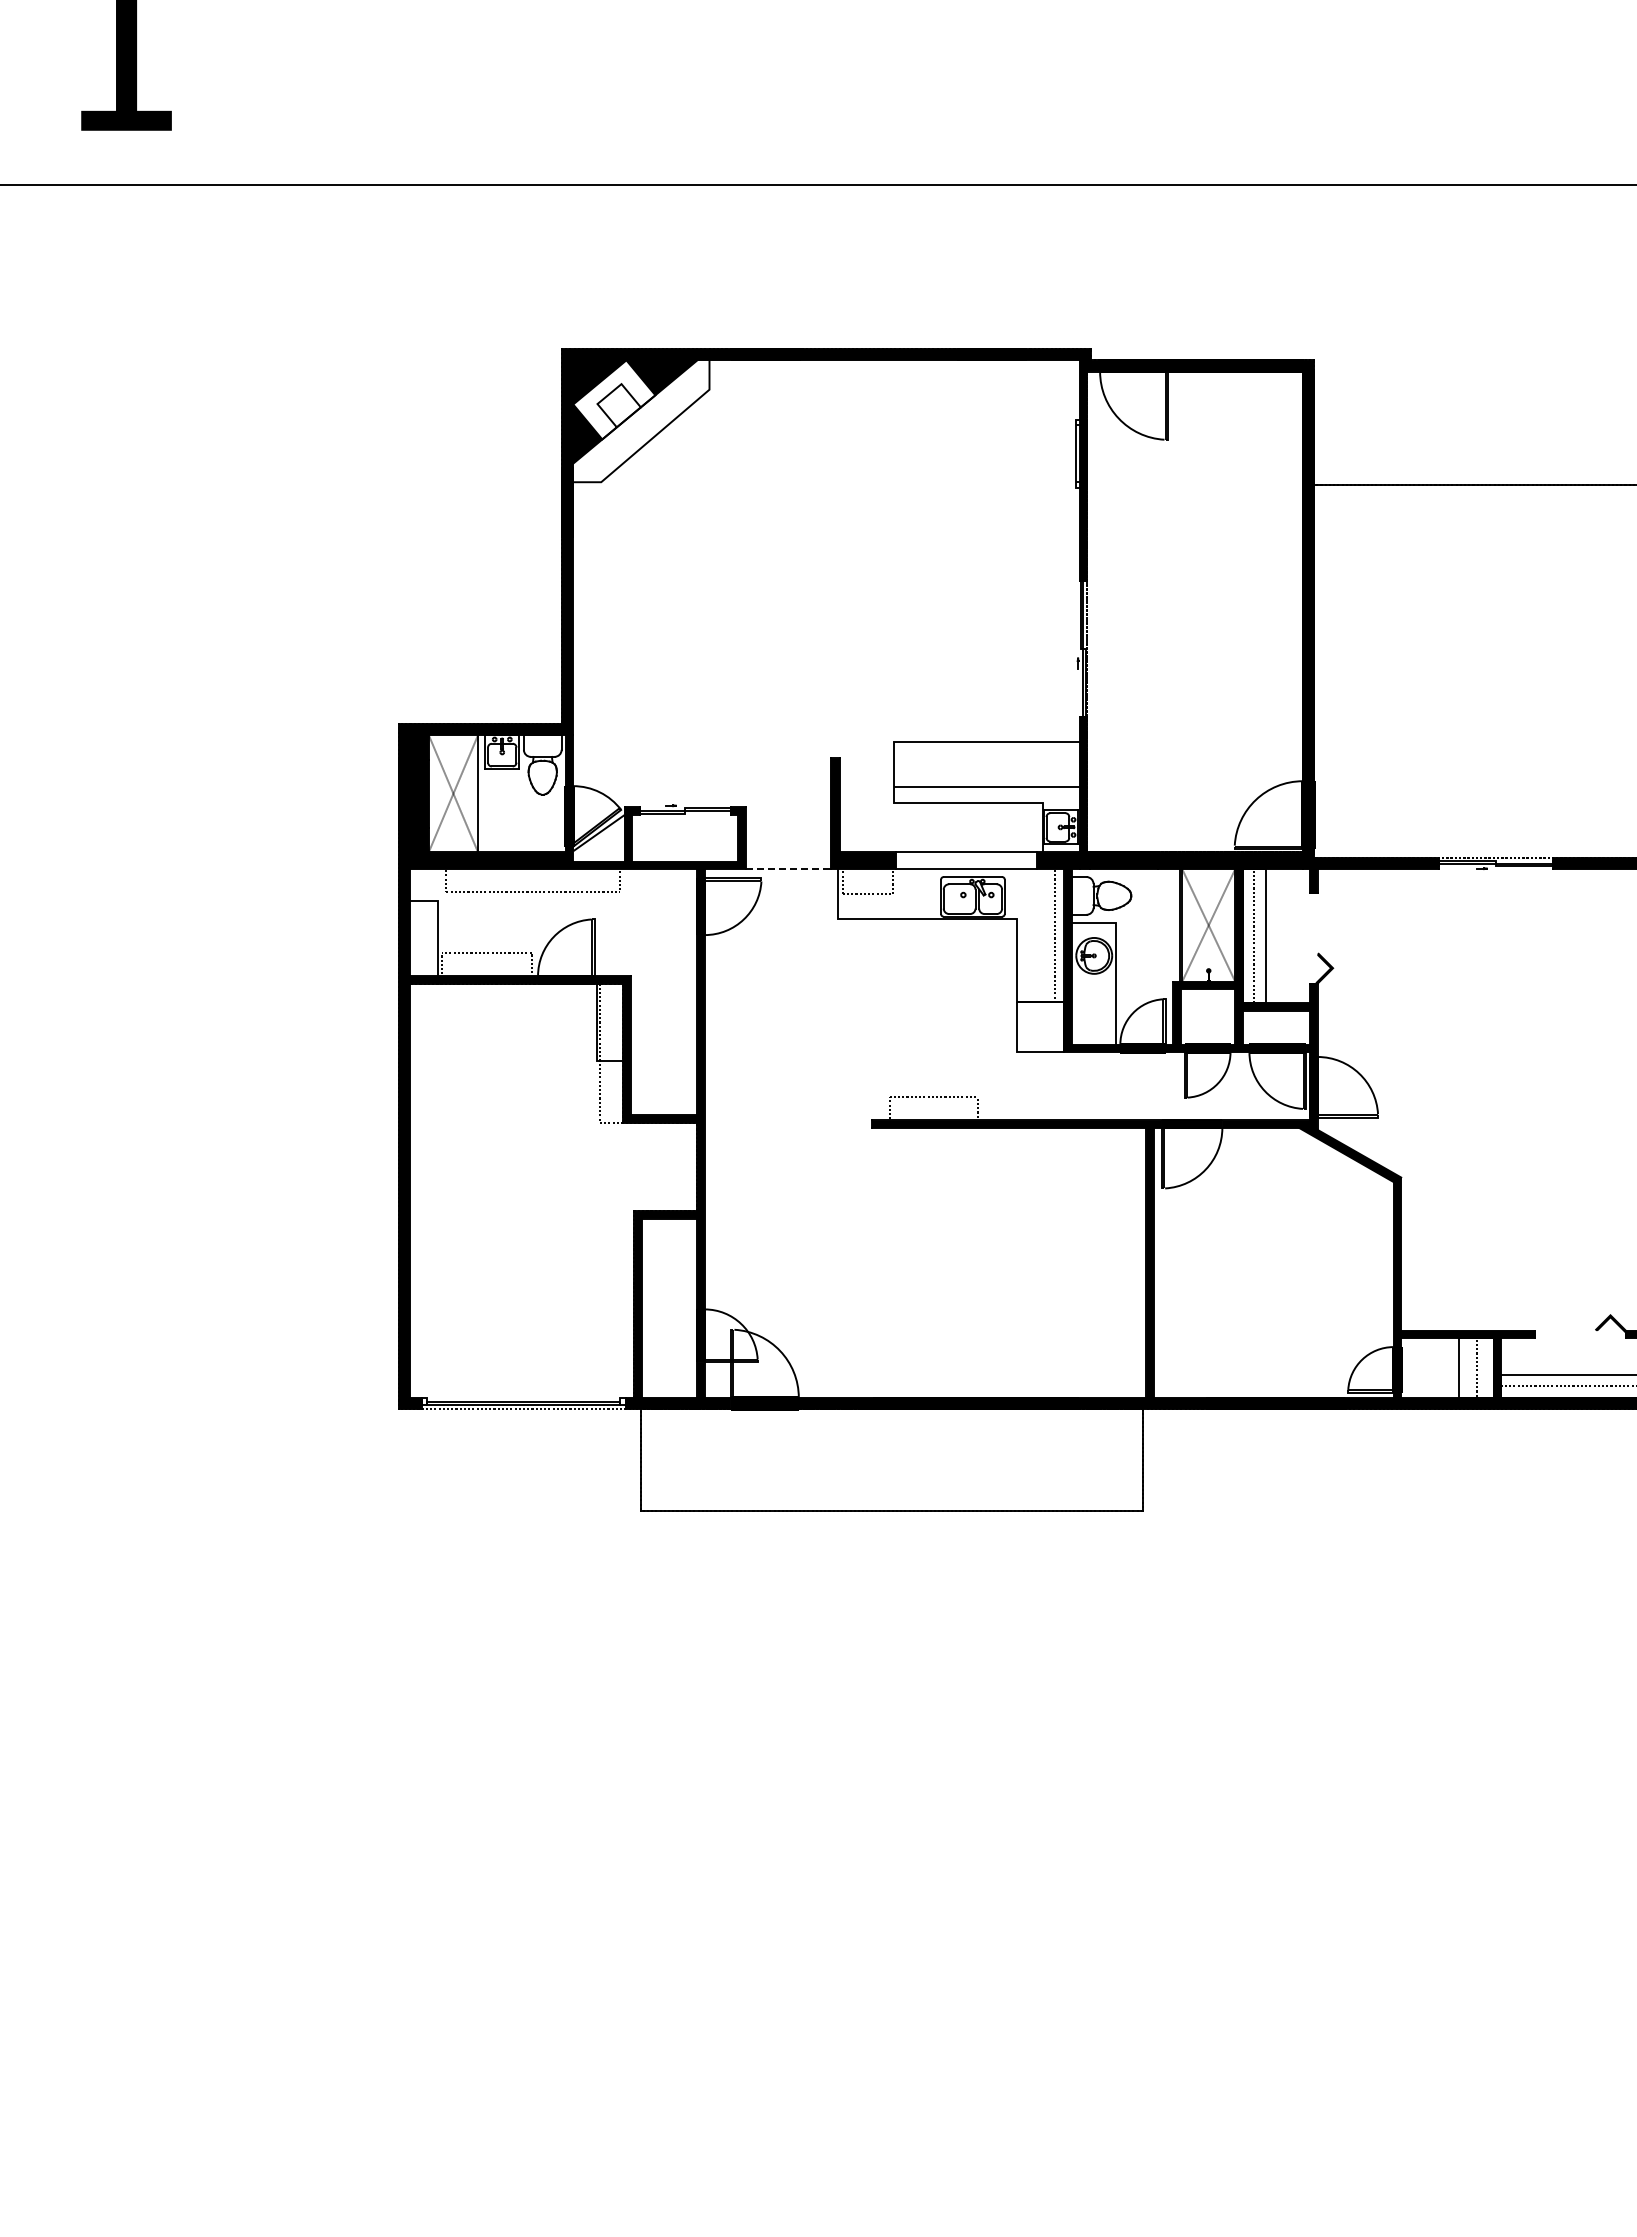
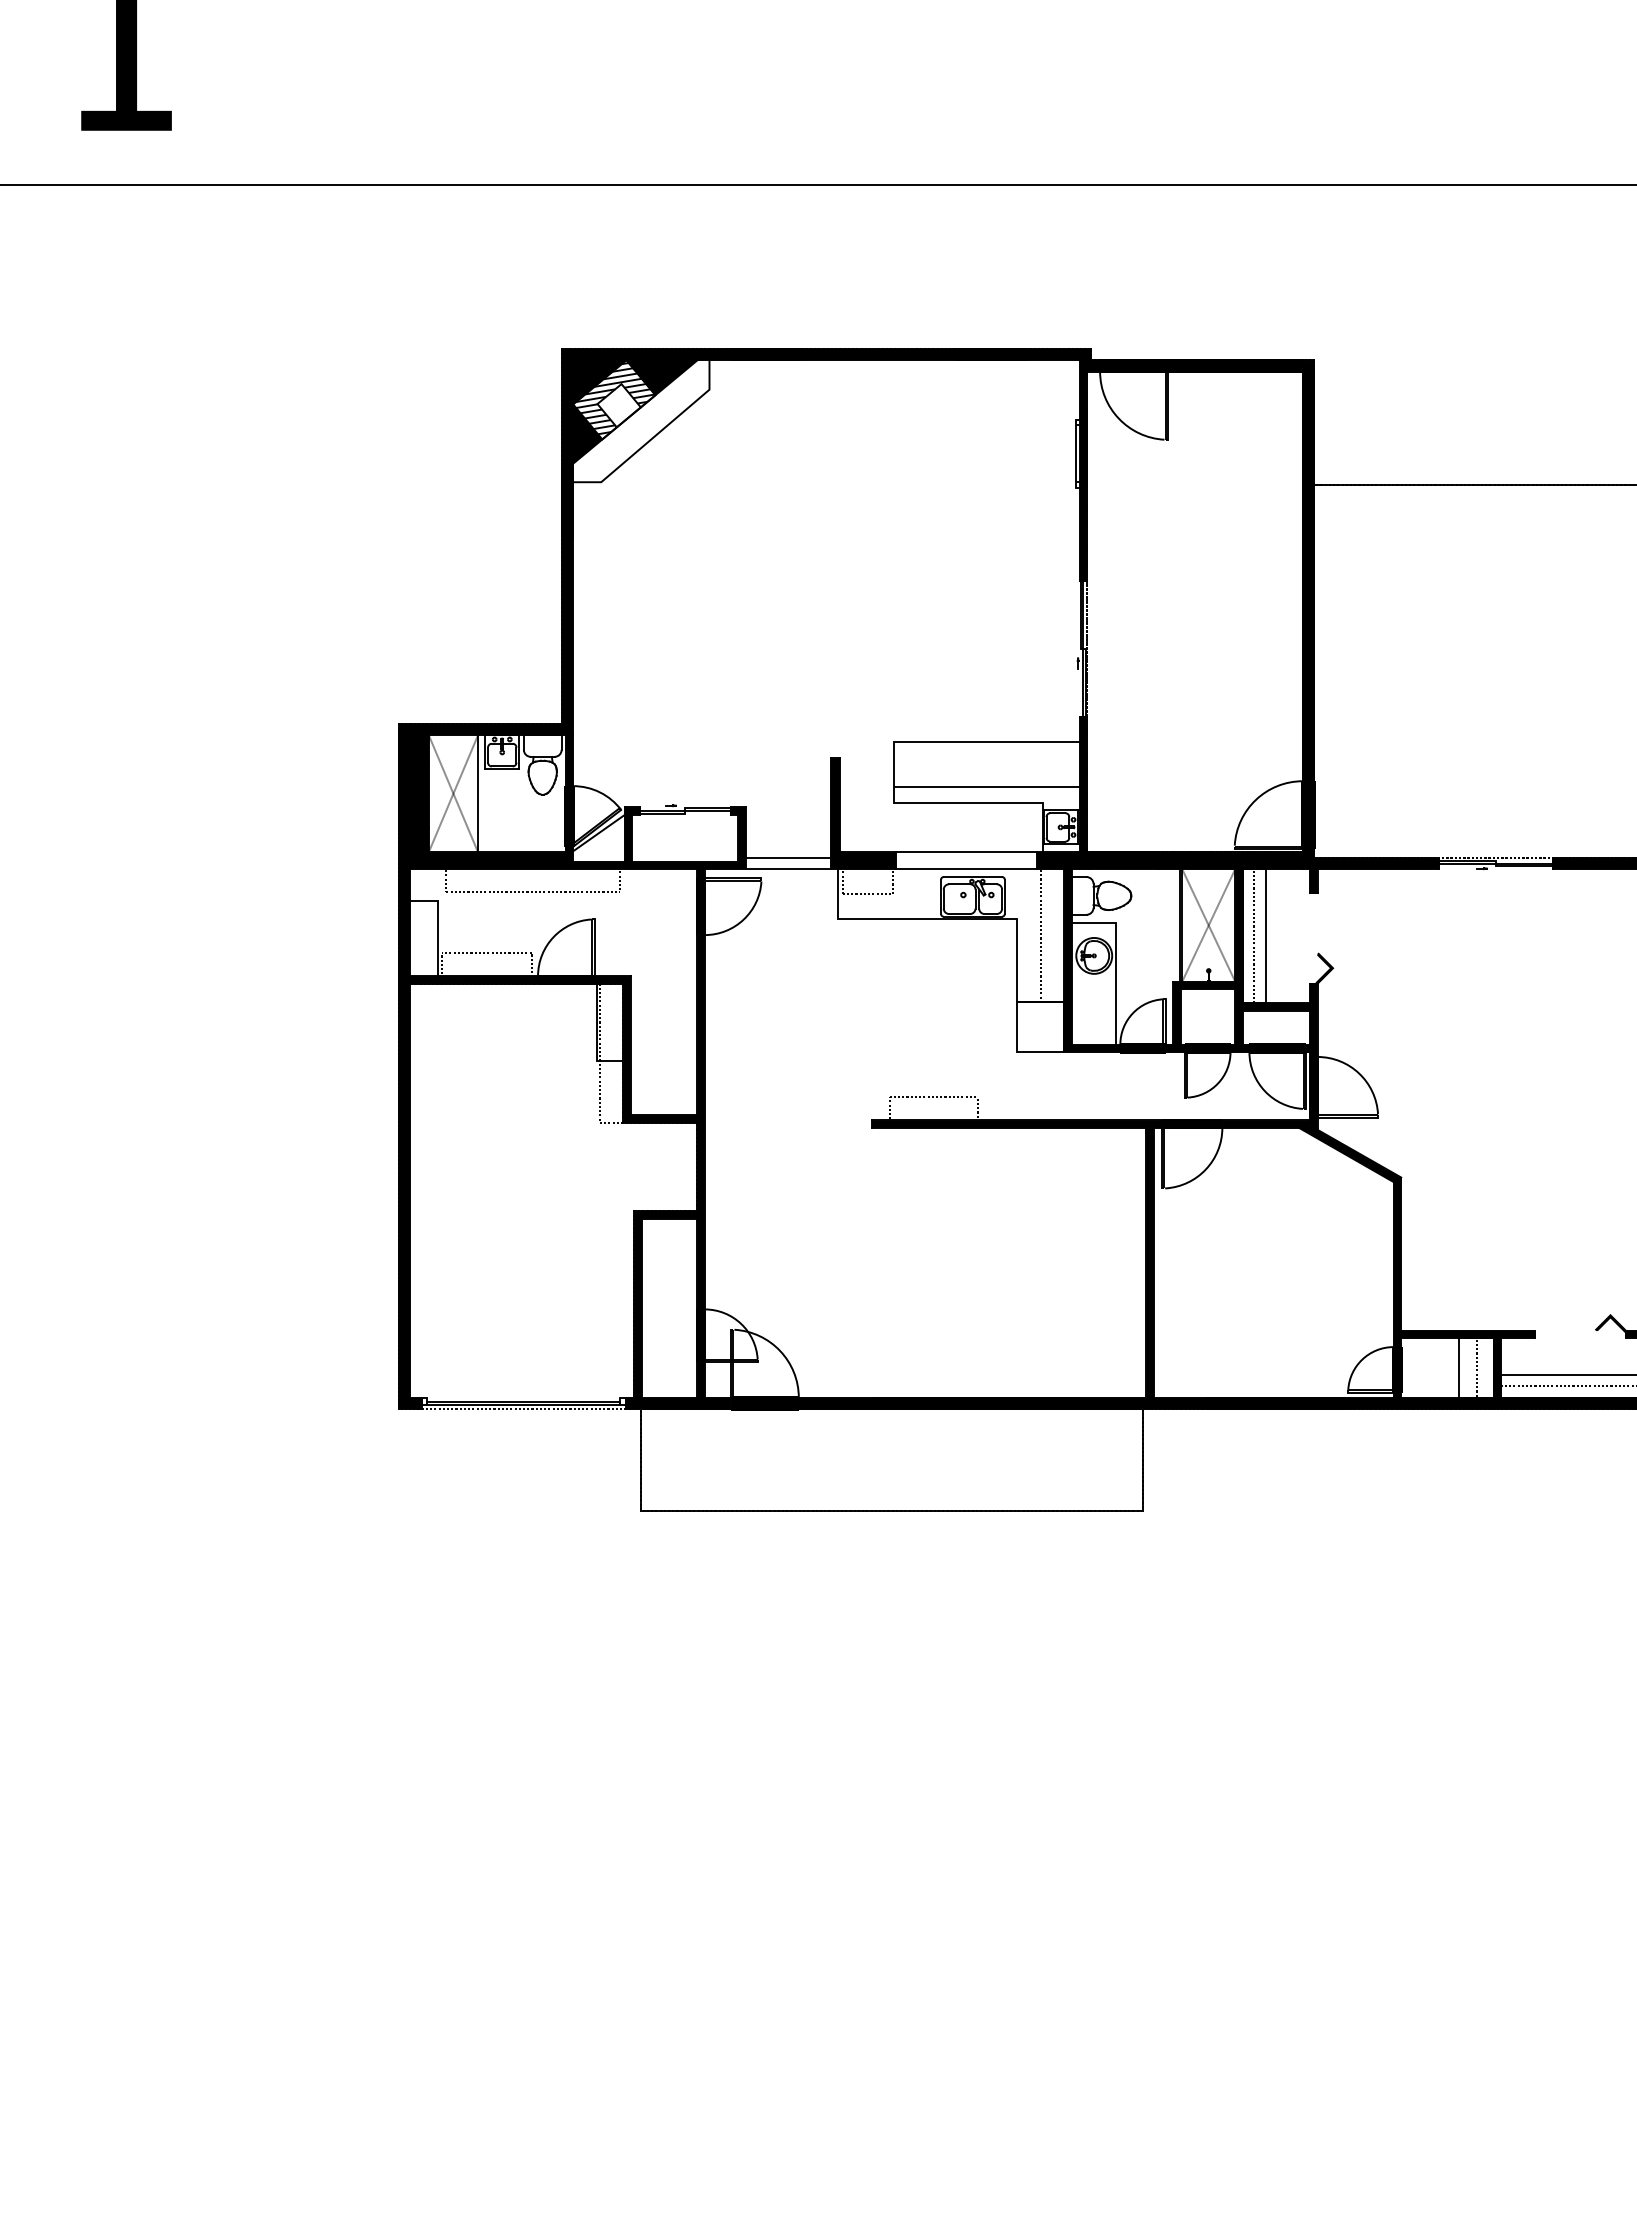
hatch at (615, 398): none -> present
line at (787, 857): none -> present
line at (788, 869): dashed -> solid
line at (1054, 935) position: (1054, 935) -> (1040, 935)
